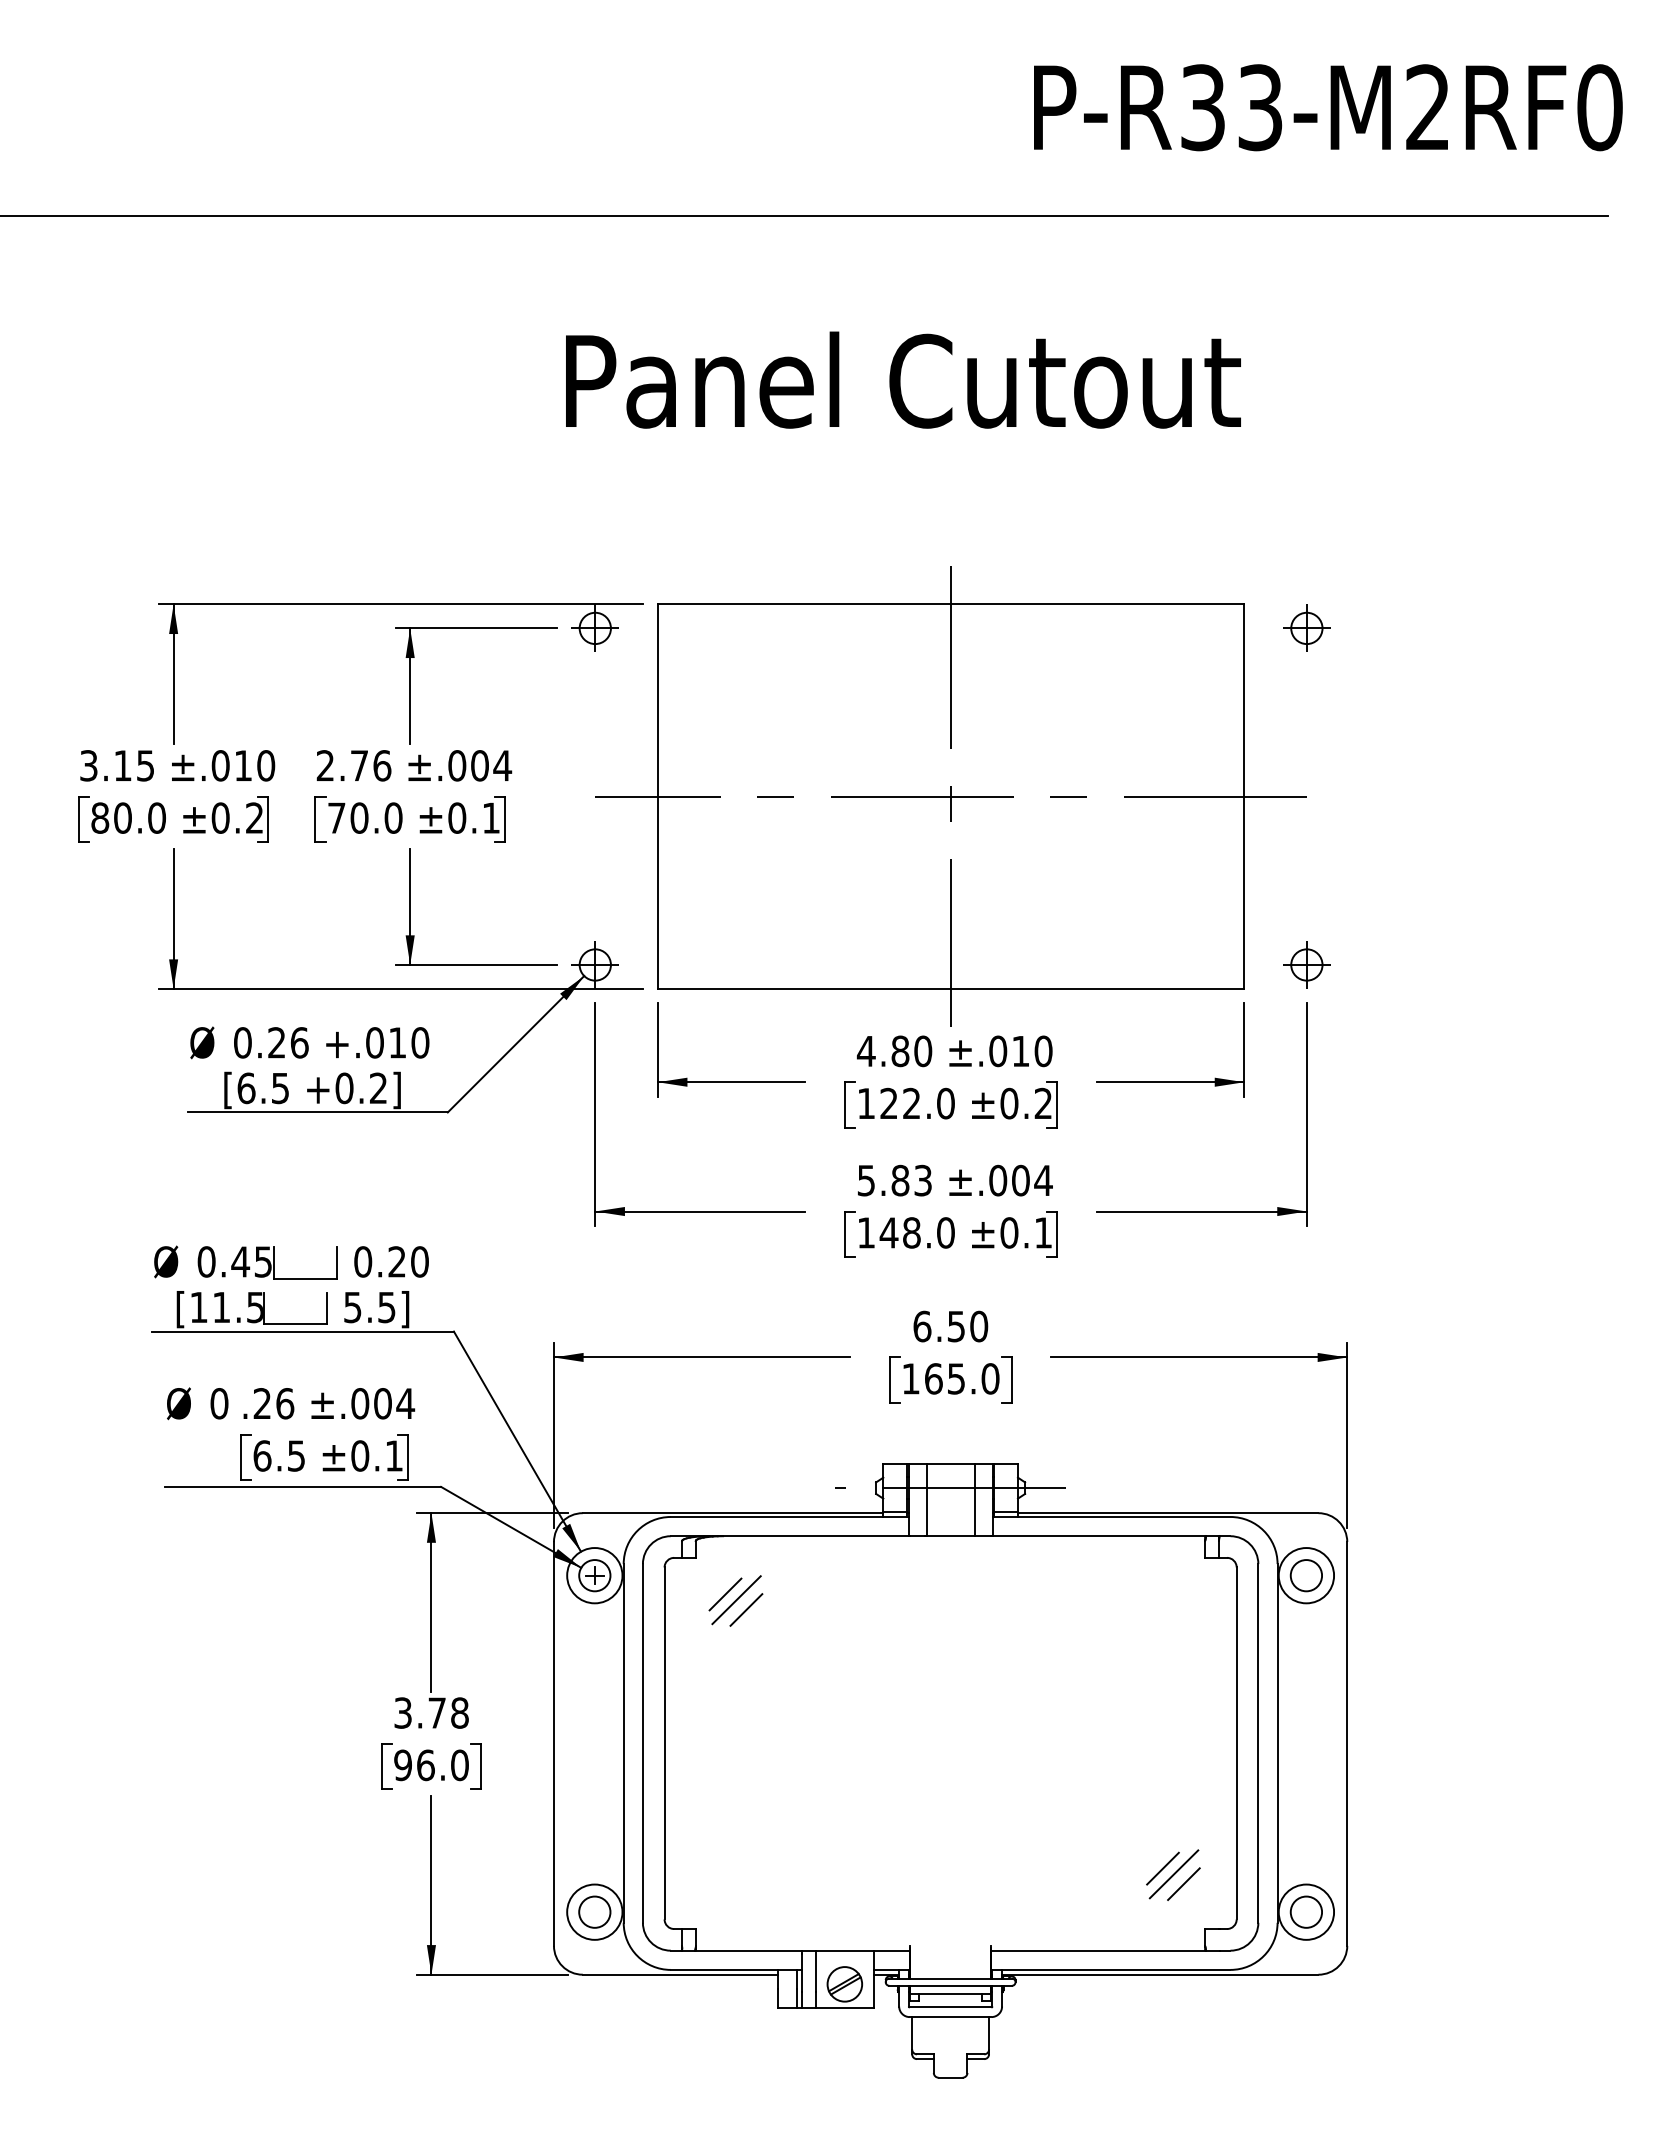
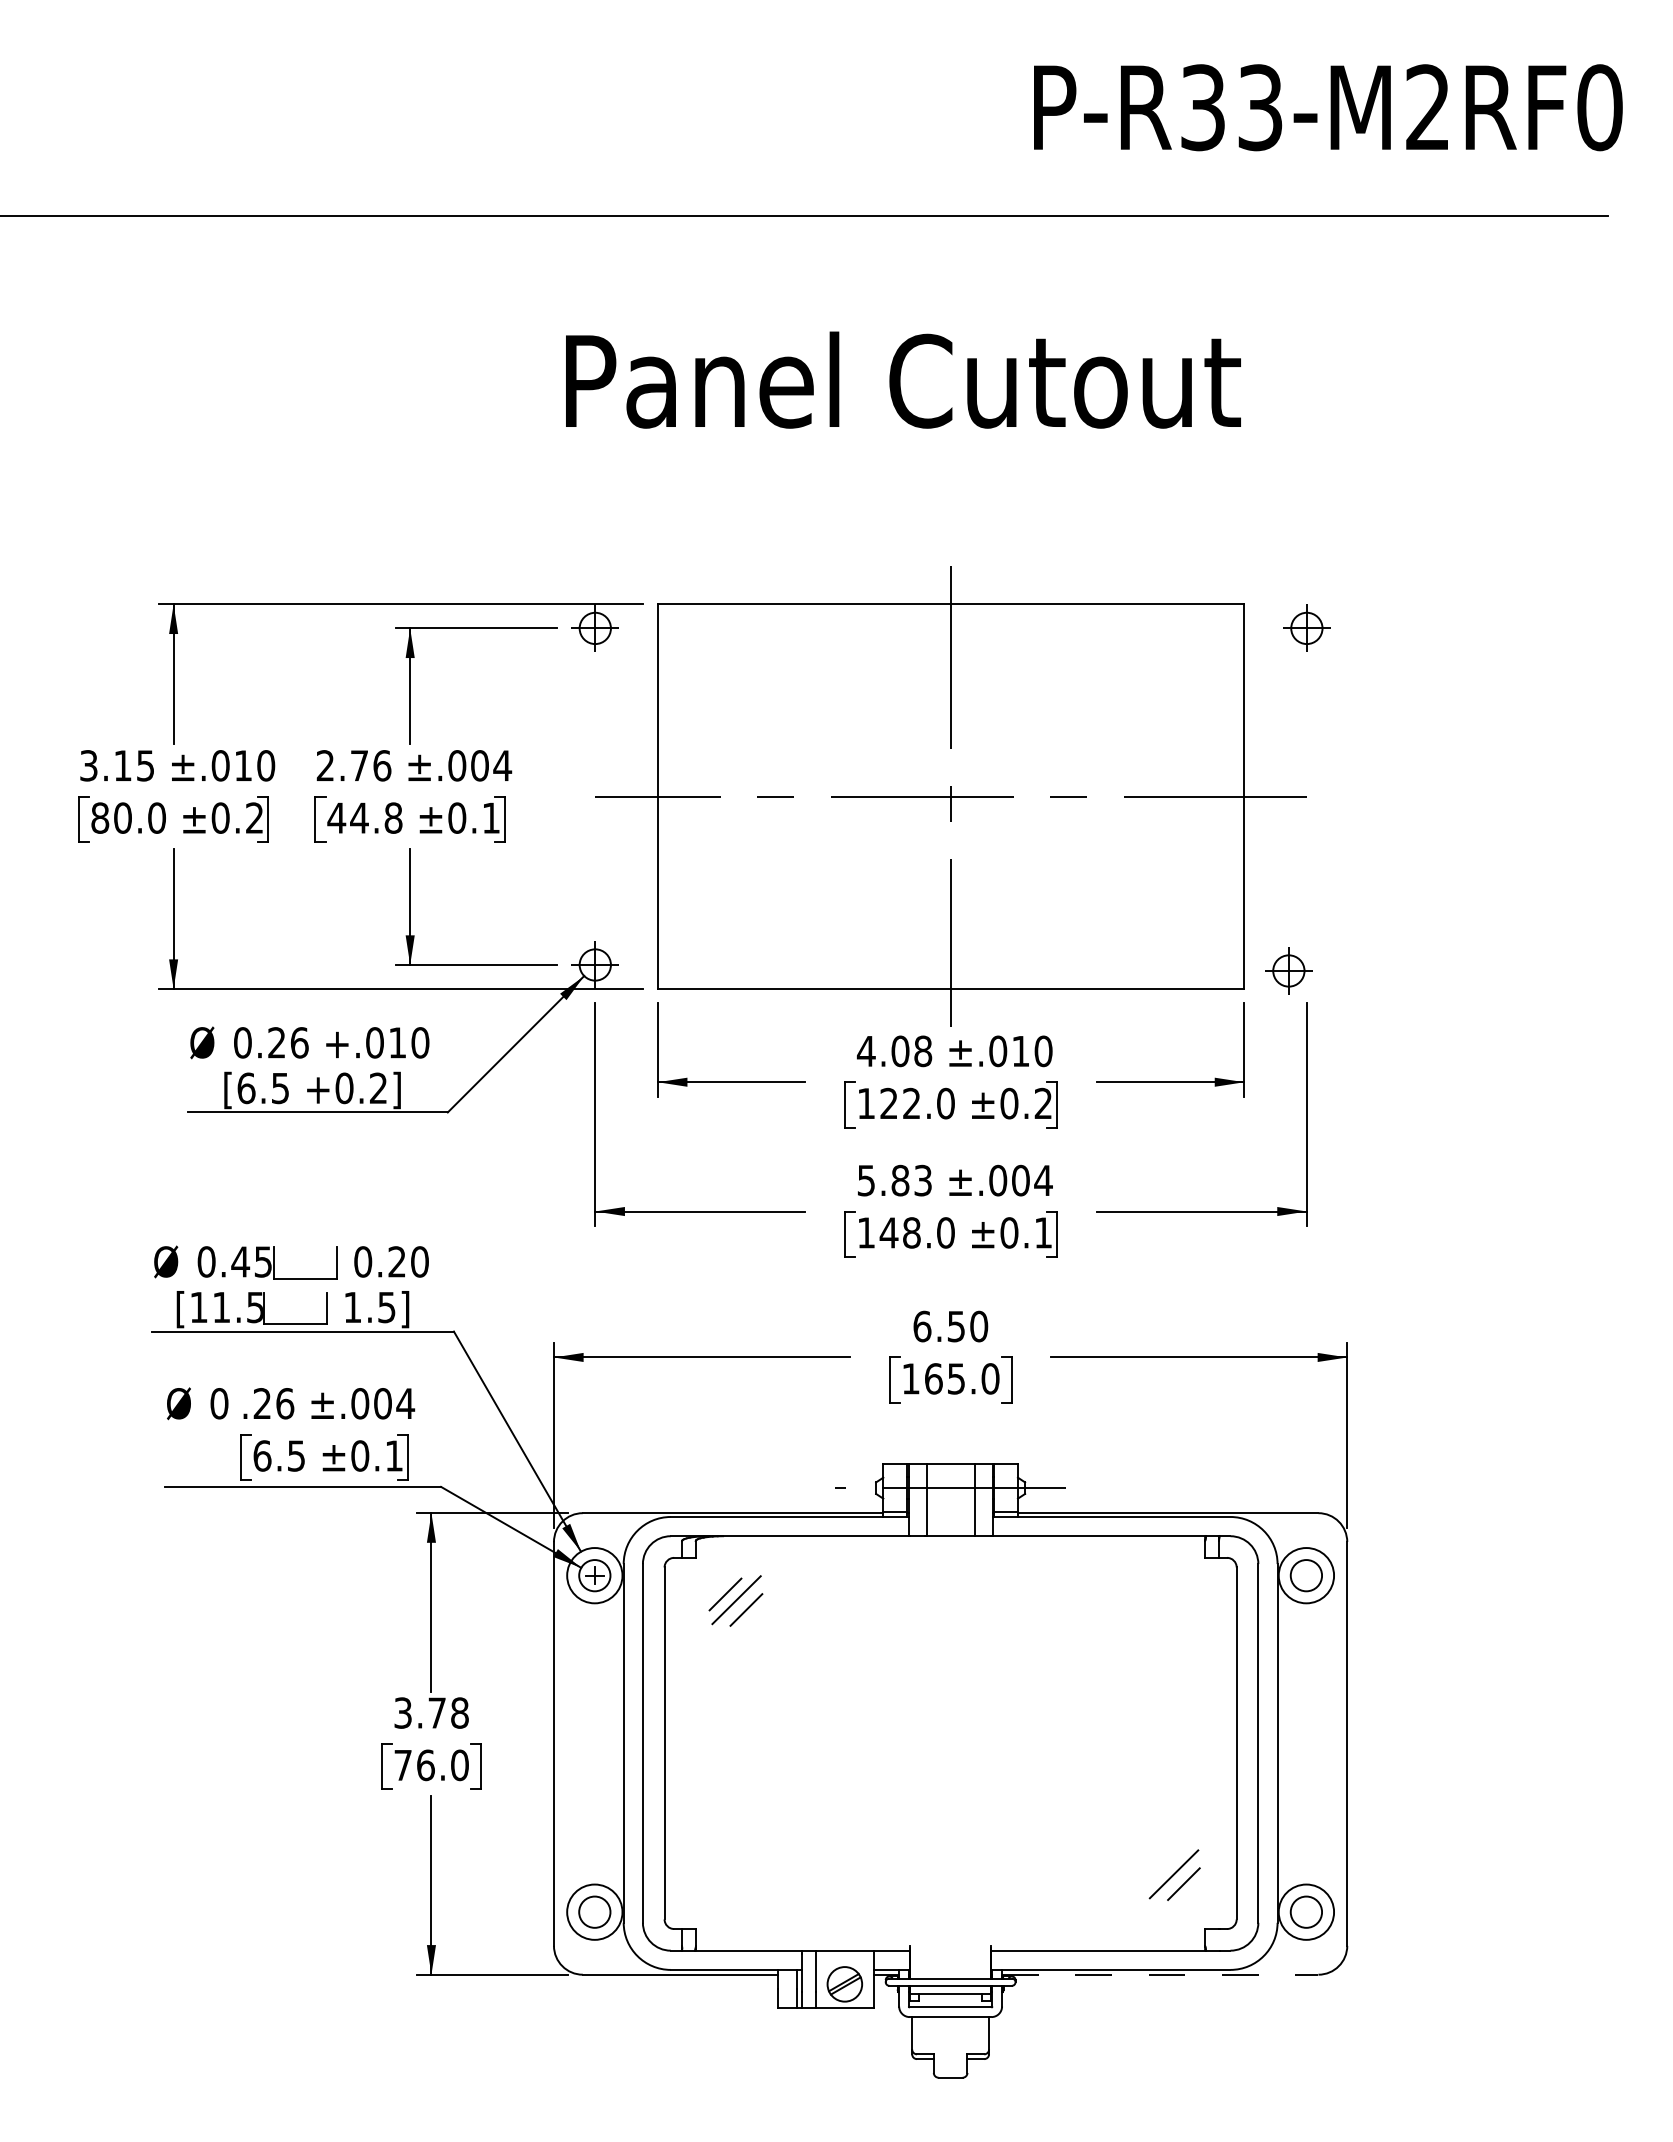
text at (364, 817): 70.0 -> 44.8
part at (1306, 964) position: (1306, 964) -> (1288, 970)
text at (911, 1050): 4.80 -> 4.08
text at (352, 1307): 5.5] -> 1.5]
text at (402, 1765): 96.0 -> 76.0
line at (1162, 1868): present -> none
line at (1160, 1974): solid -> dashed
